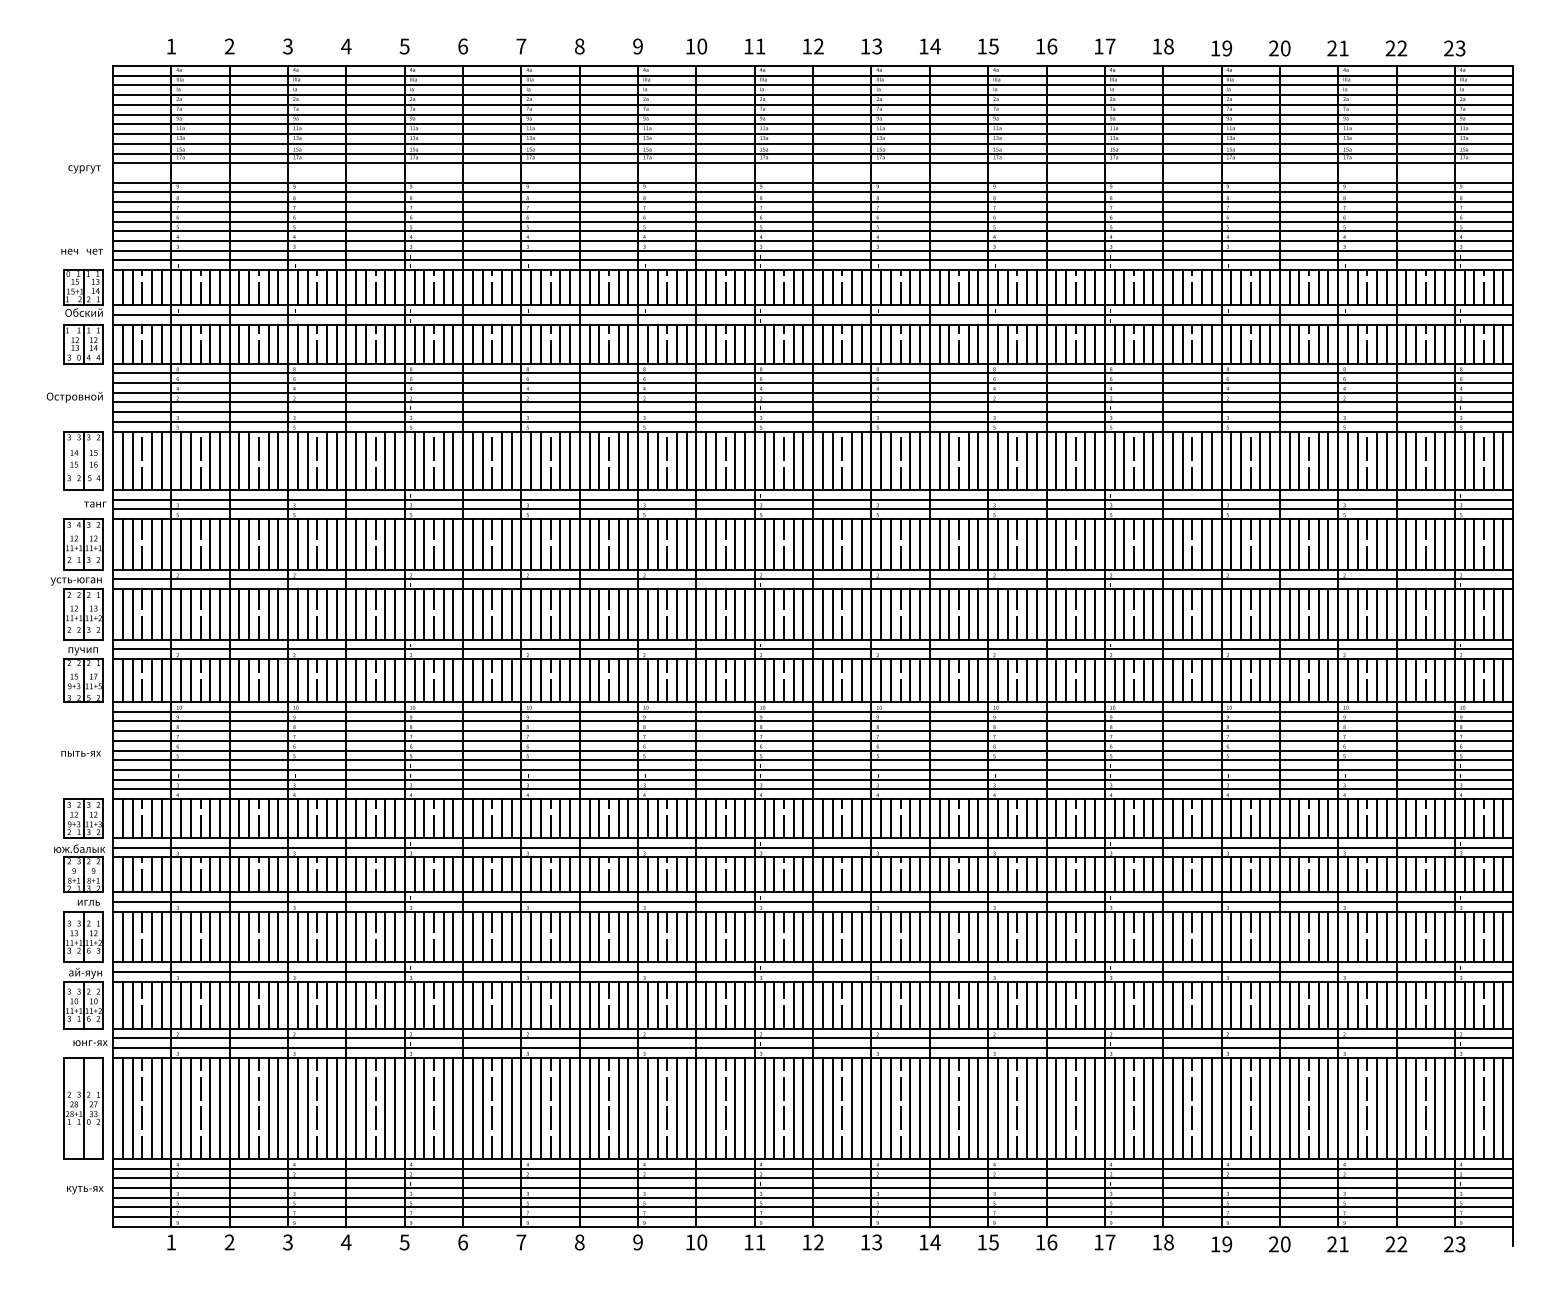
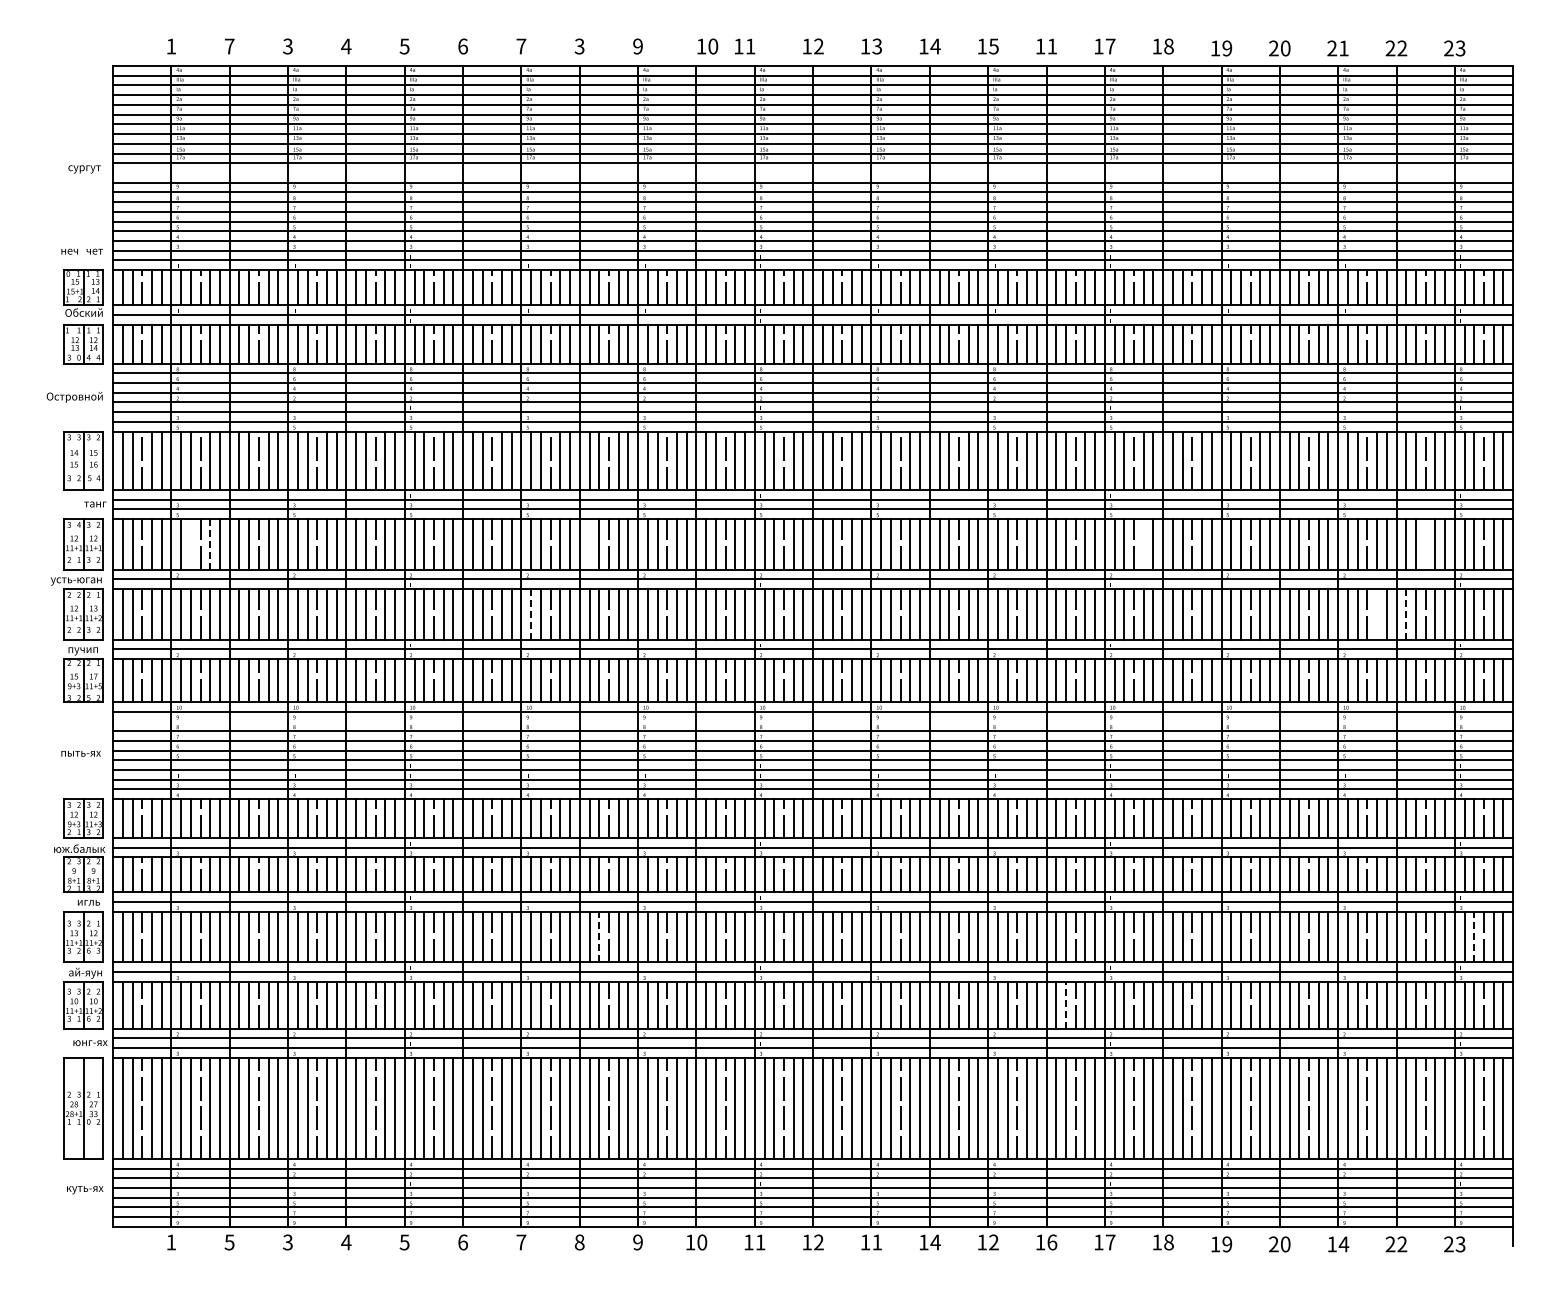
text at (229, 46): 2 -> 7
text at (579, 46): 8 -> 3
text at (696, 46) position: (696, 46) -> (707, 46)
text at (755, 46) position: (755, 46) -> (745, 46)
text at (1052, 46): 16 -> 11
line at (210, 543): solid -> dashed
line at (190, 544): present -> none
line at (589, 544): present -> none
line at (1143, 544): present -> none
line at (1425, 544): present -> none
line at (531, 613): solid -> dashed
line at (1406, 613): solid -> dashed
line at (1377, 614): present -> none
line at (813, 721): present -> none
line at (599, 936): solid -> dashed
line at (1474, 936): solid -> dashed
line at (1065, 1004): solid -> dashed
text at (229, 1242): 2 -> 5
text at (876, 1242): 13 -> 11
text at (993, 1242): 15 -> 12
text at (1338, 1244): 21 -> 14
